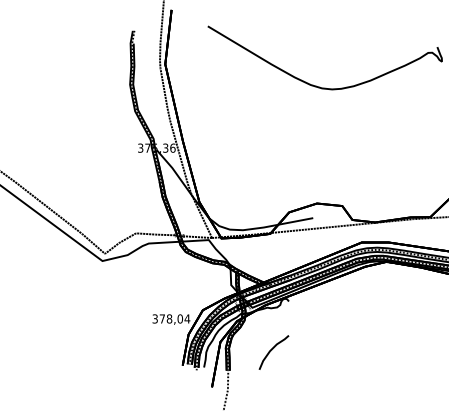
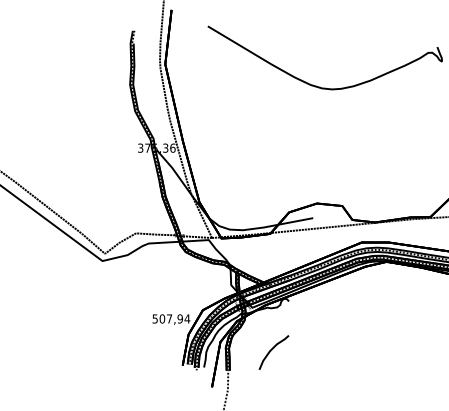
text at (167, 318): 378,04 -> 507,94
